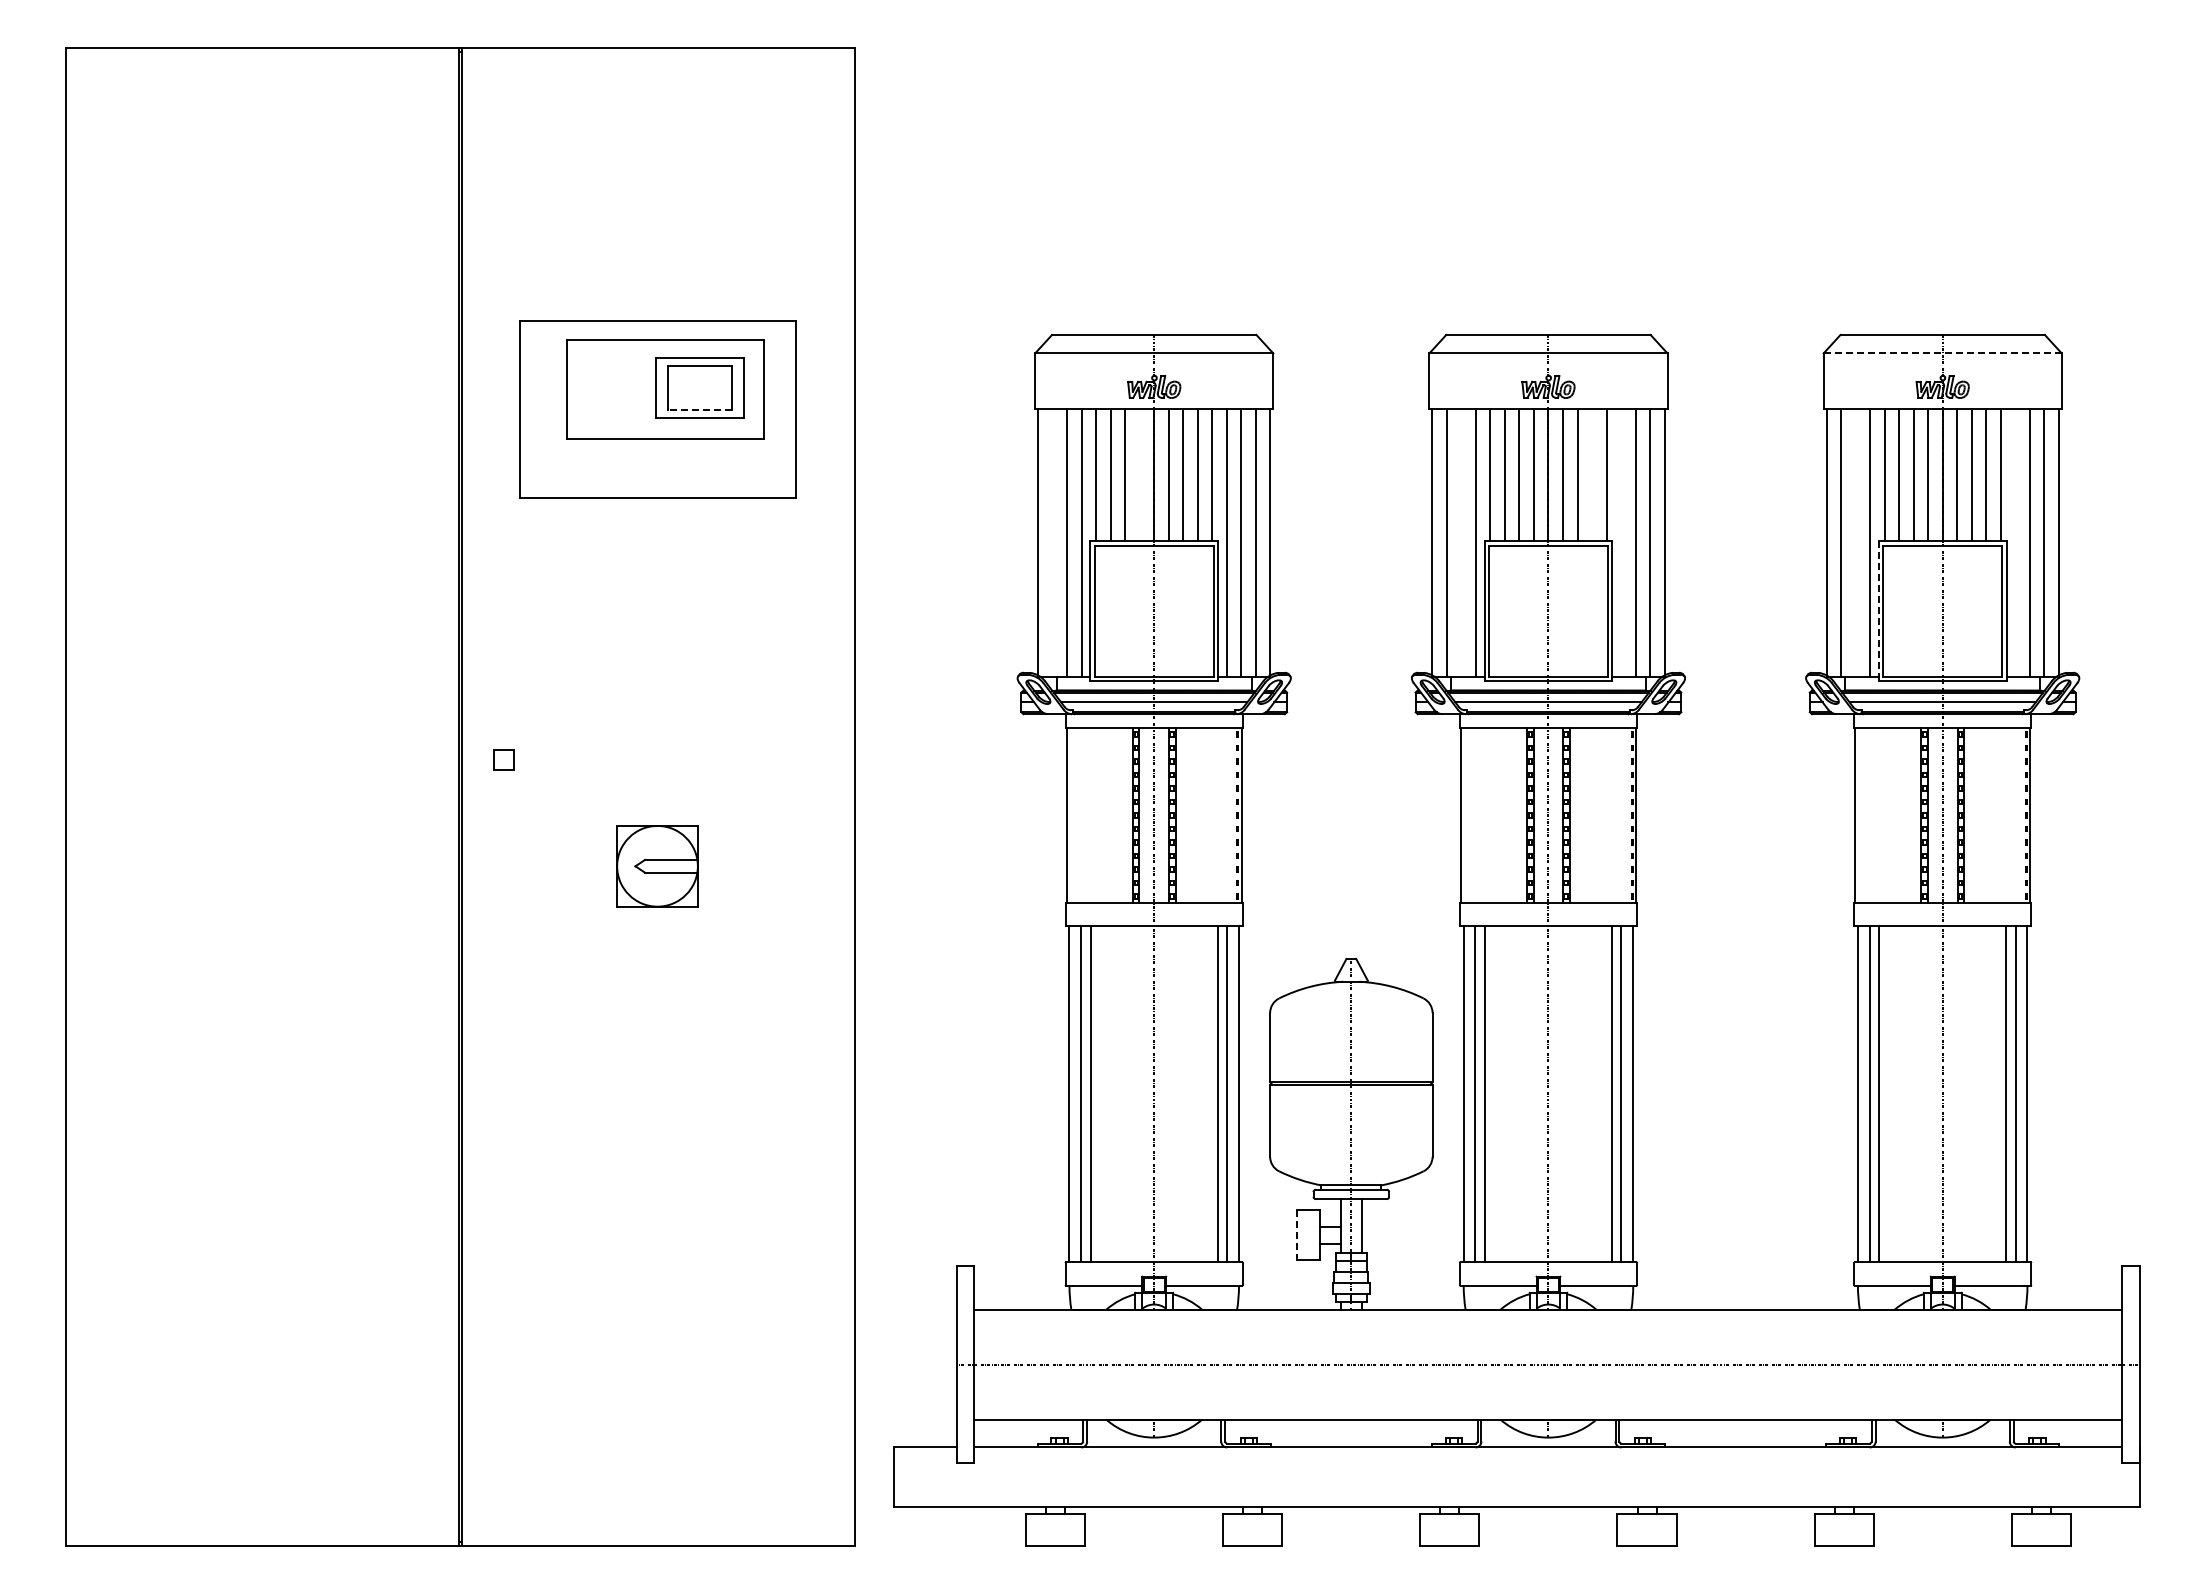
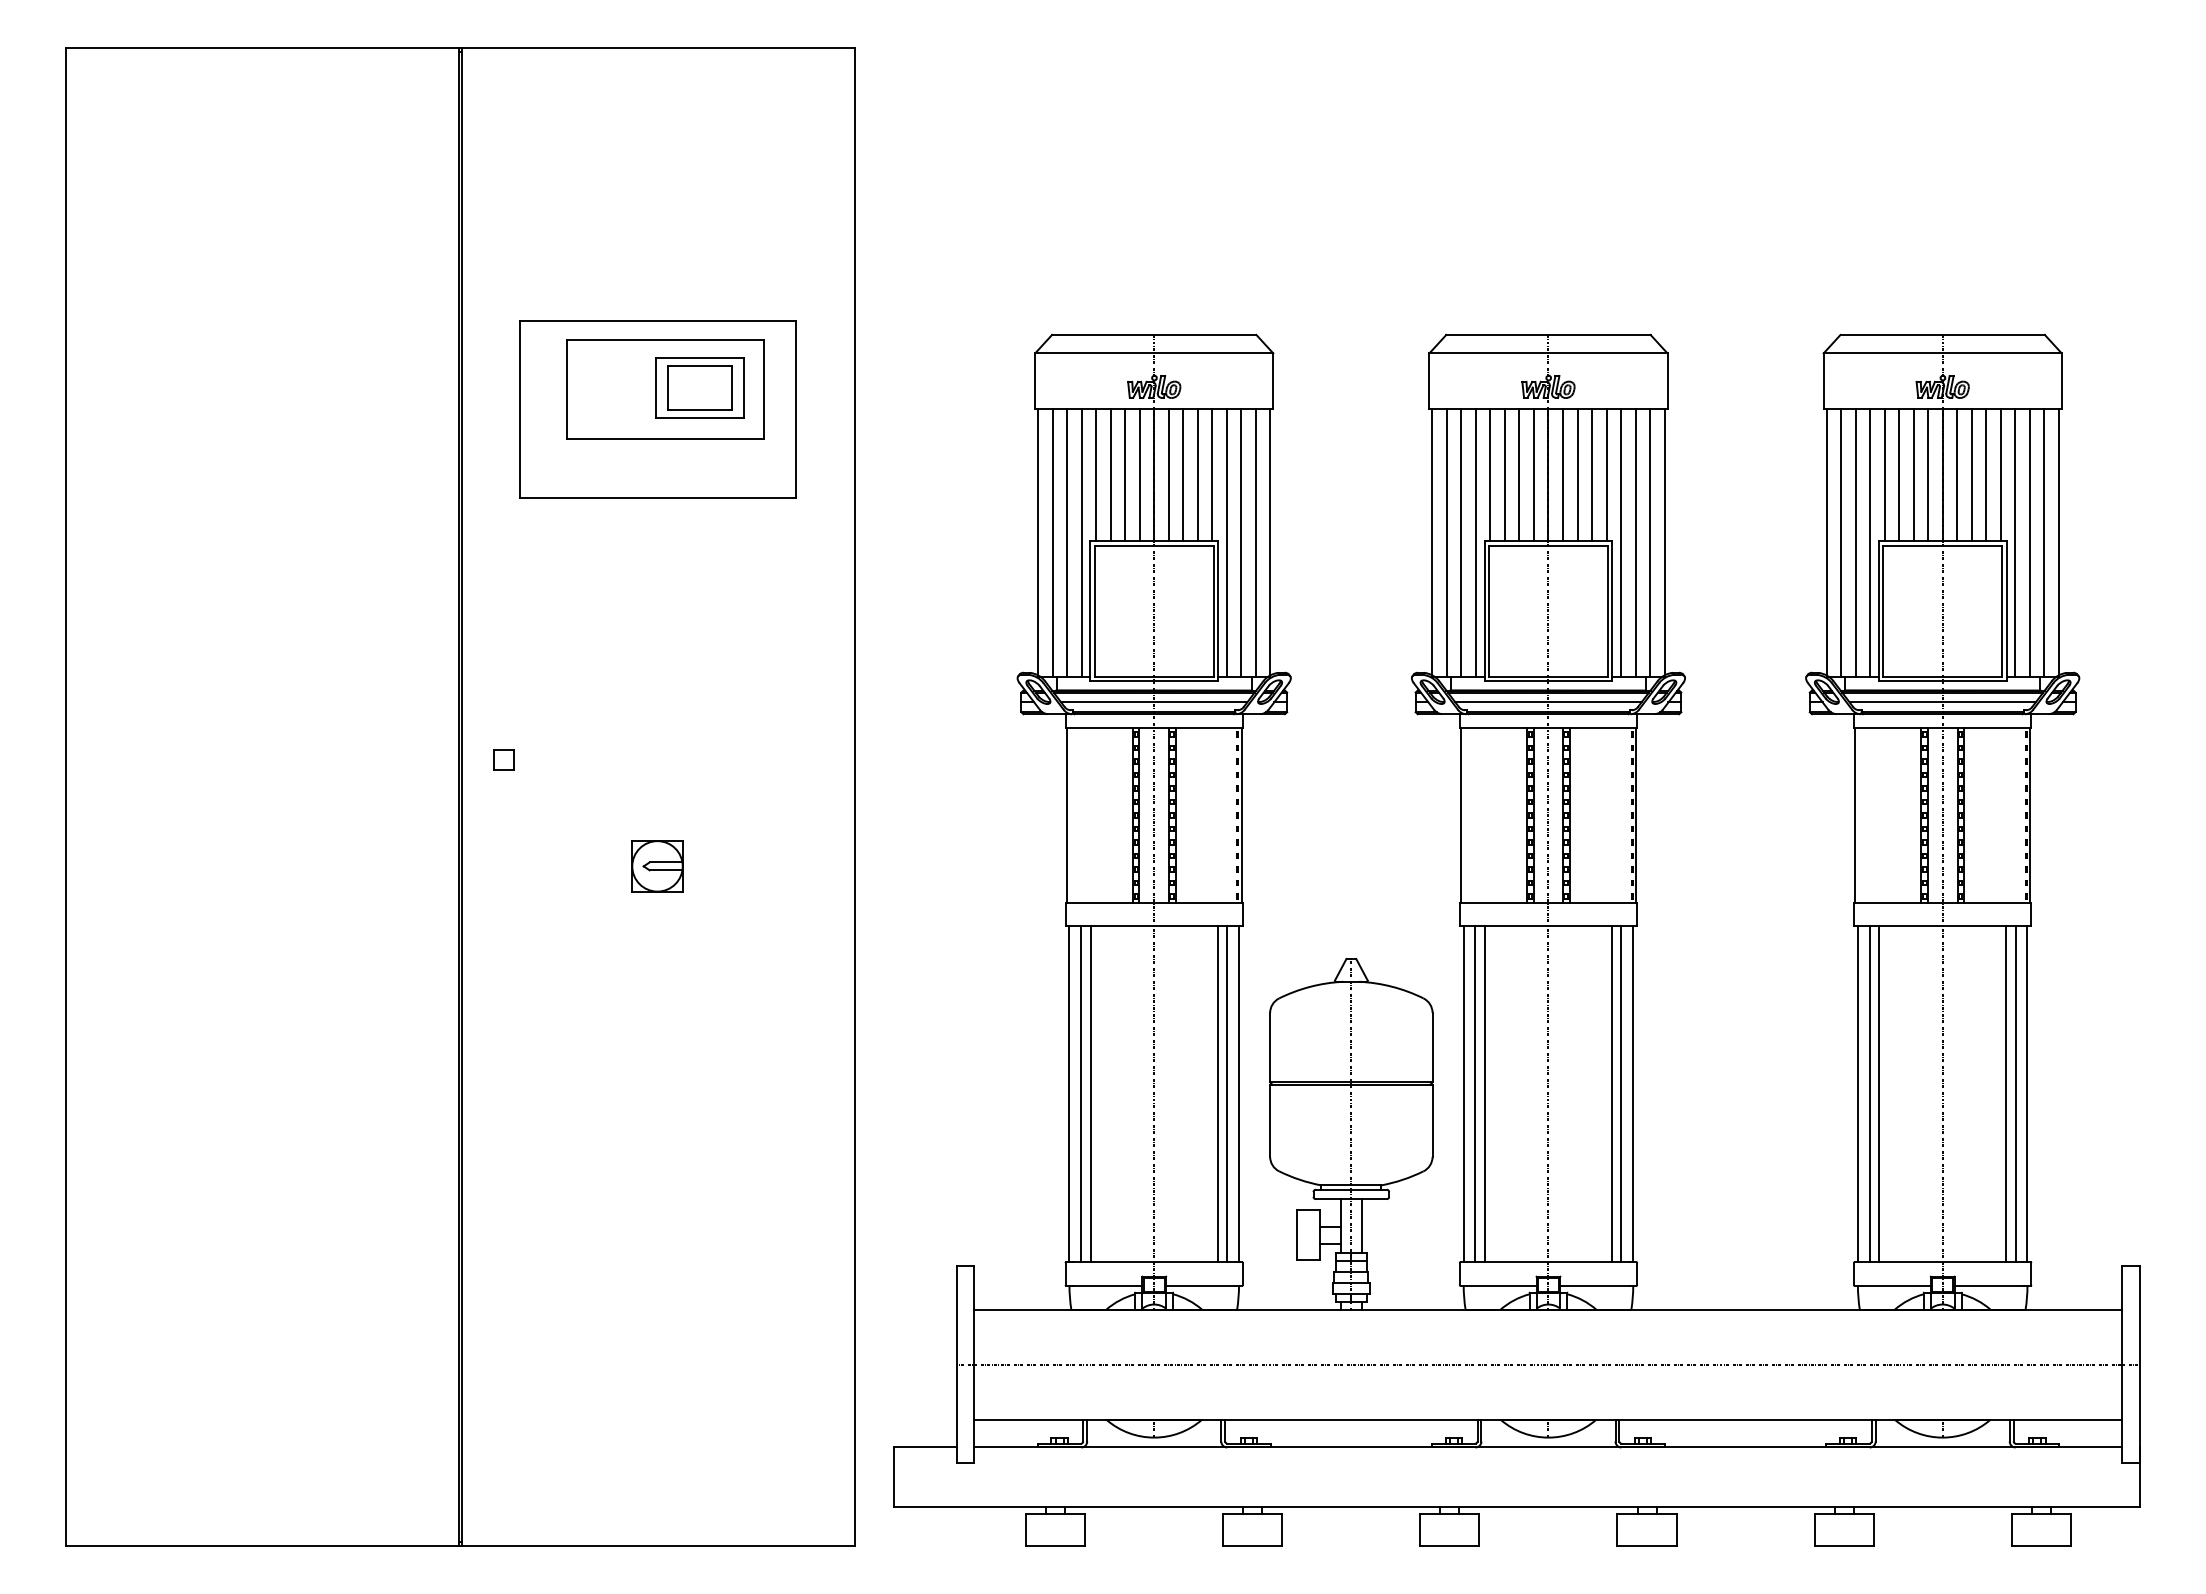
line at (1943, 353): dashed -> solid
line at (699, 409): dashed -> solid
line at (1139, 474): none -> present
line at (1592, 474): none -> present
line at (1052, 542): none -> present
line at (1461, 542): none -> present
line at (1621, 542): none -> present
line at (1855, 542): none -> present
line at (2015, 542): none -> present
line at (1878, 611): dashed -> solid
part at (657, 866) size: 83x83 px -> 53x53 px
line at (1297, 1235): dashed -> solid
